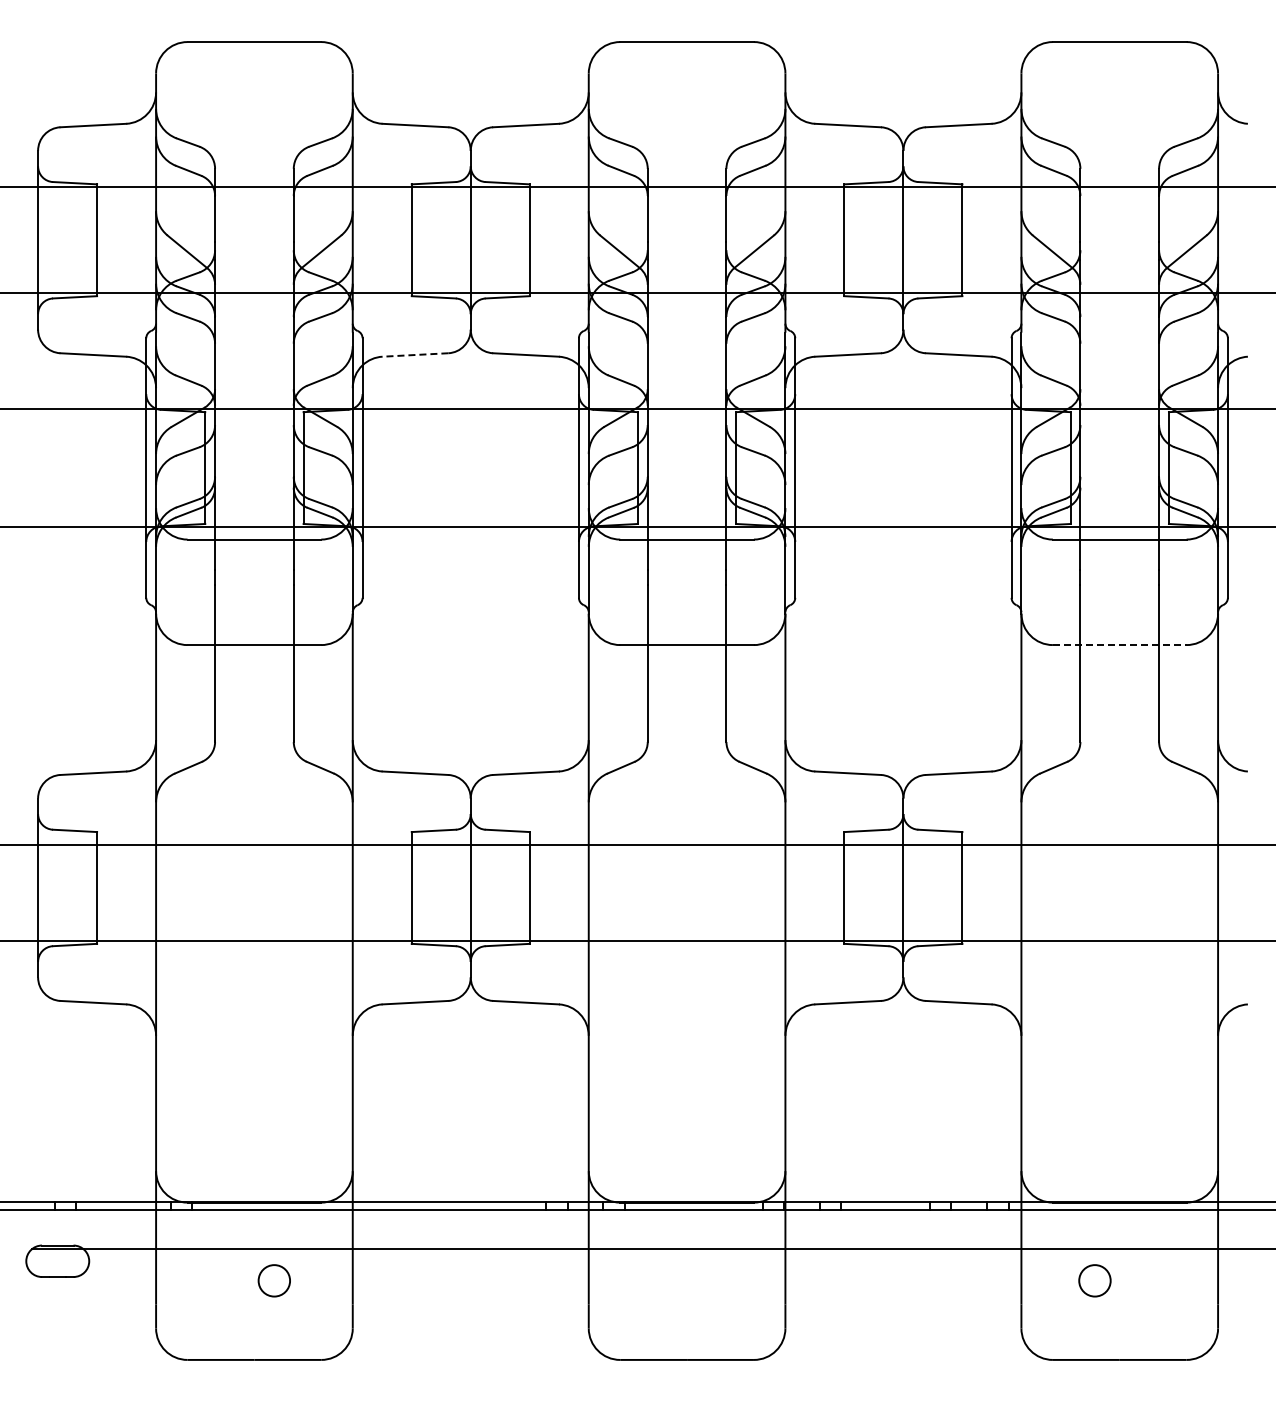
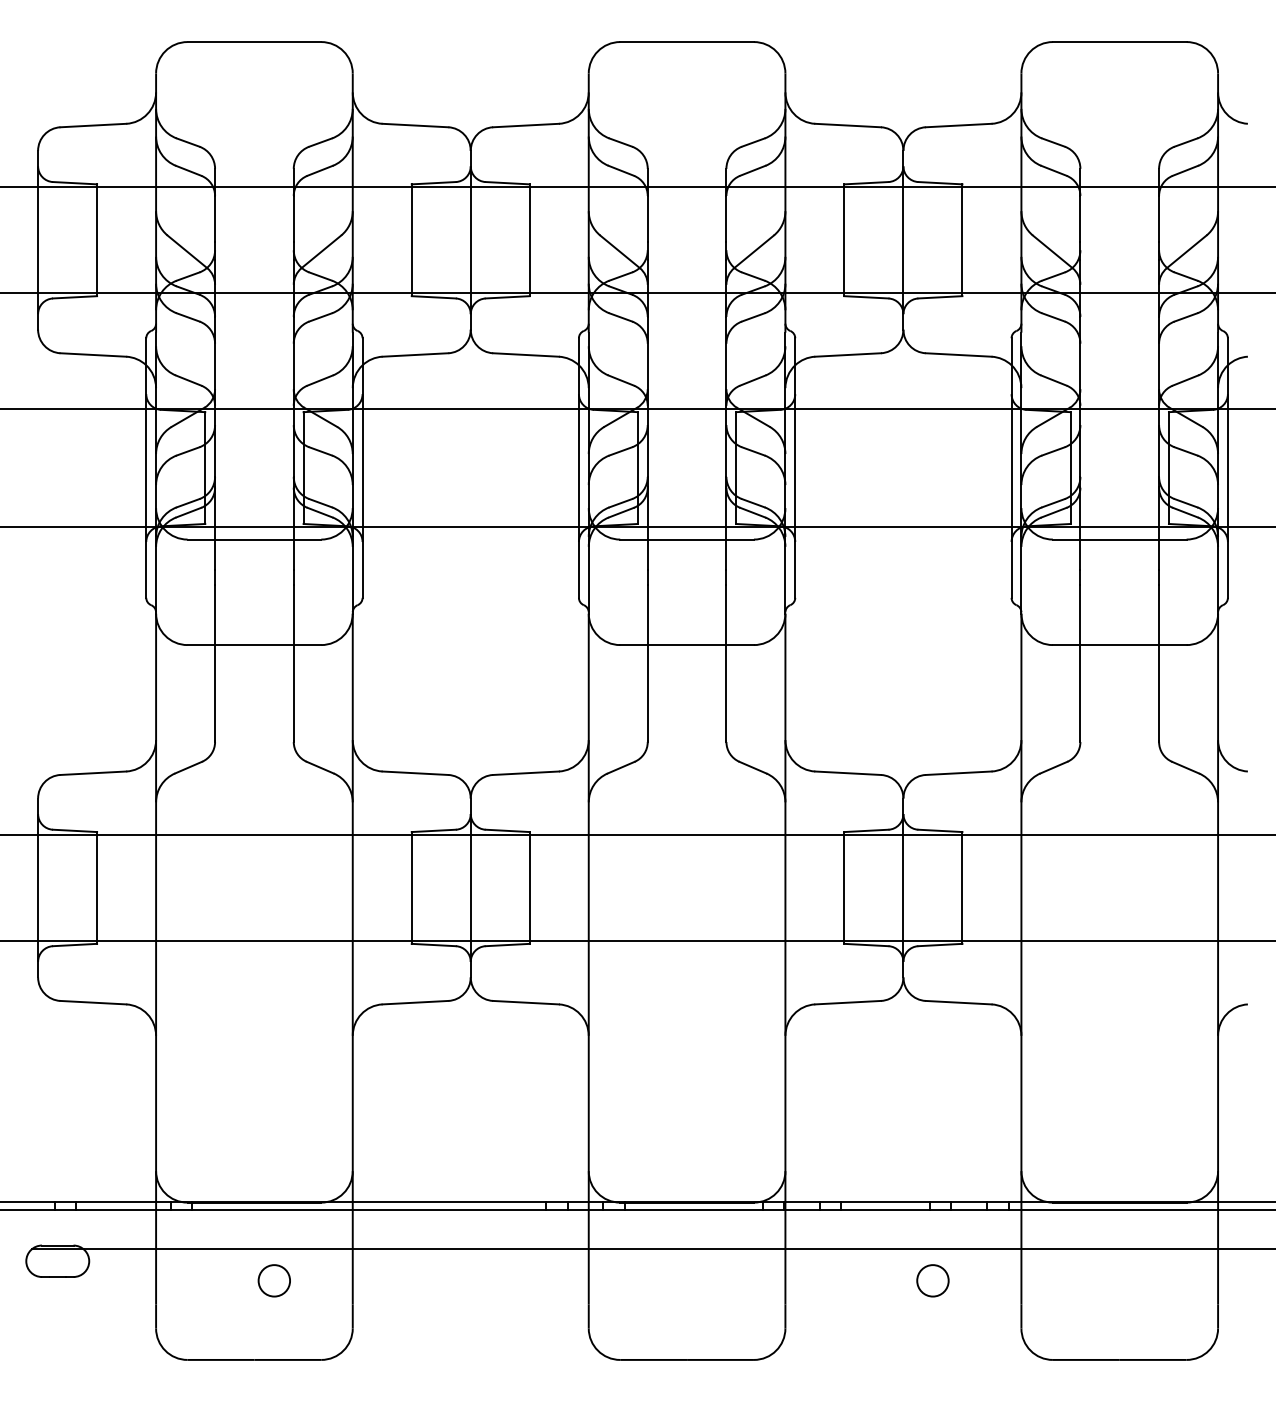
line at (415, 354): dashed -> solid
line at (1119, 645): dashed -> solid
line at (637, 845) position: (637, 845) -> (637, 835)
circle at (1094, 1280) position: (1094, 1280) -> (932, 1280)
